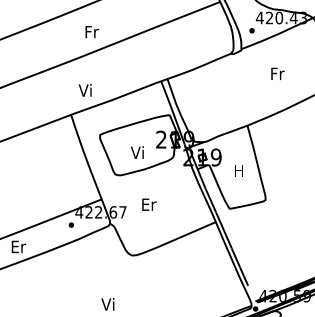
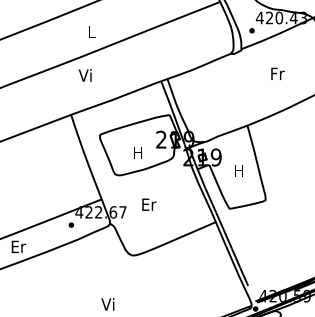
text at (91, 32): Fr -> L
text at (84, 90) position: (84, 90) -> (84, 75)
text at (137, 152): Vi -> H
